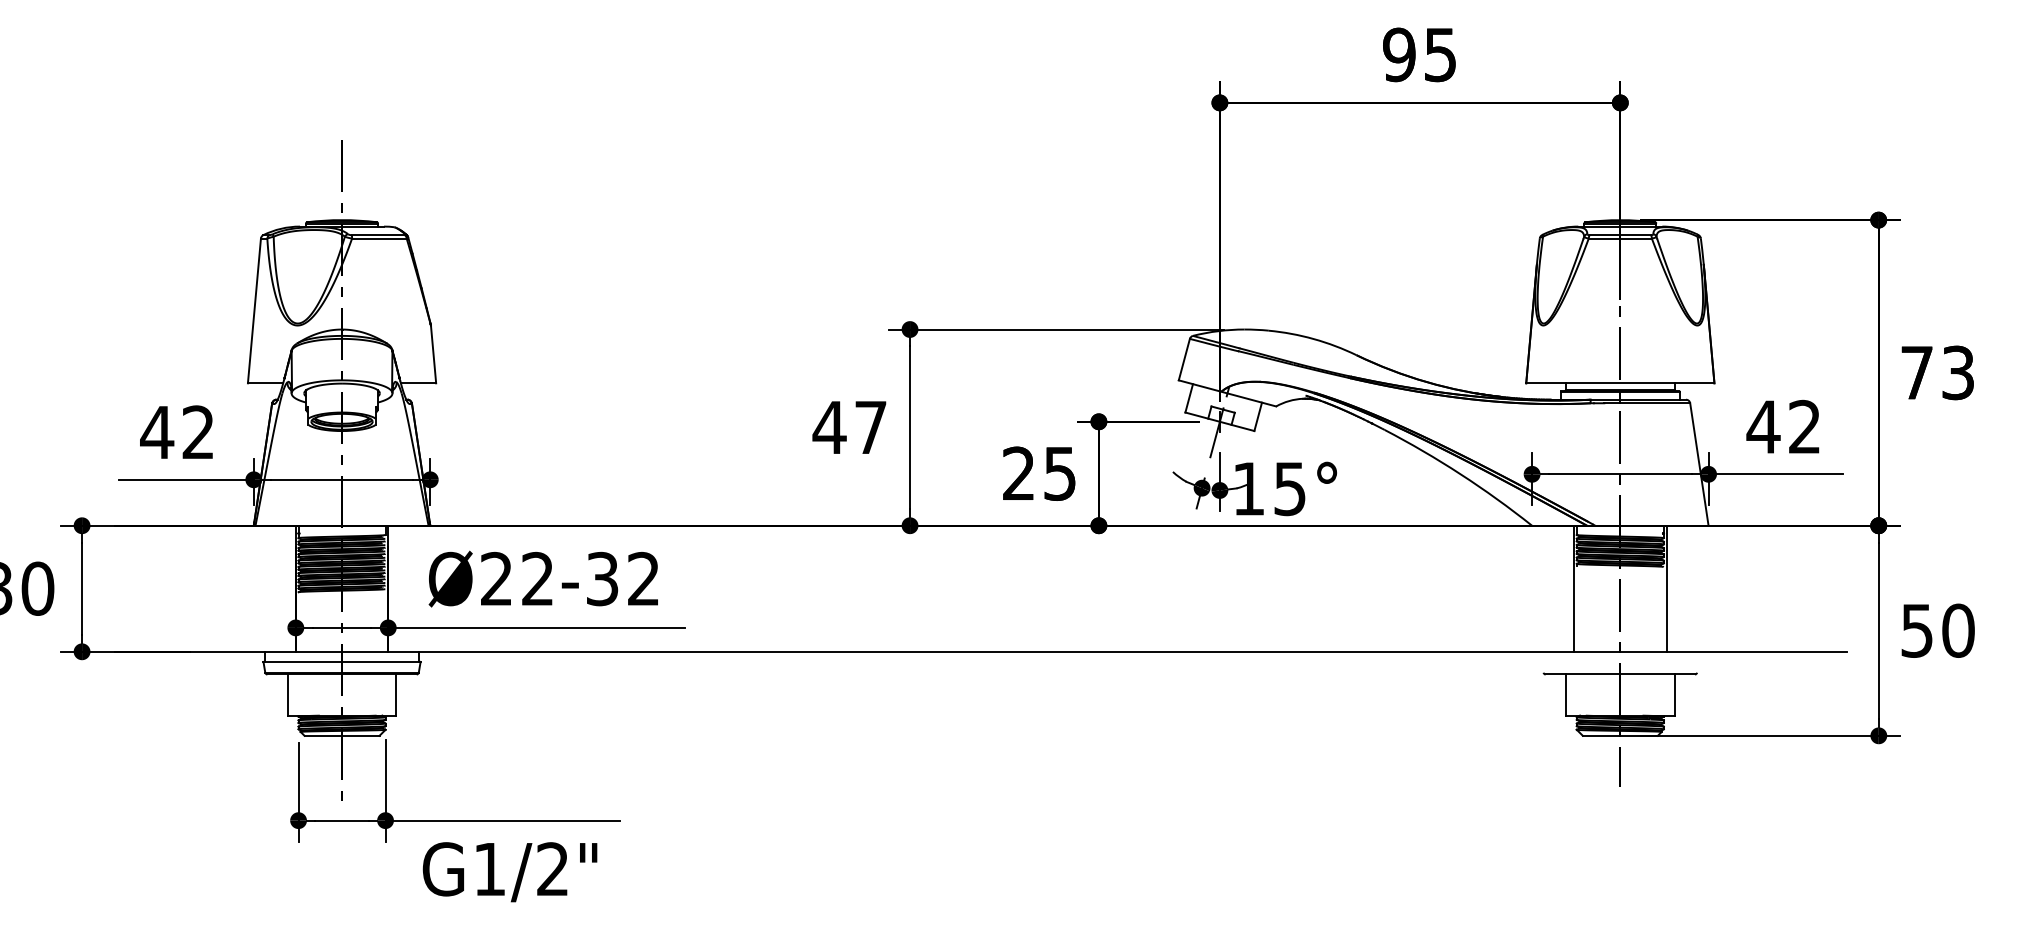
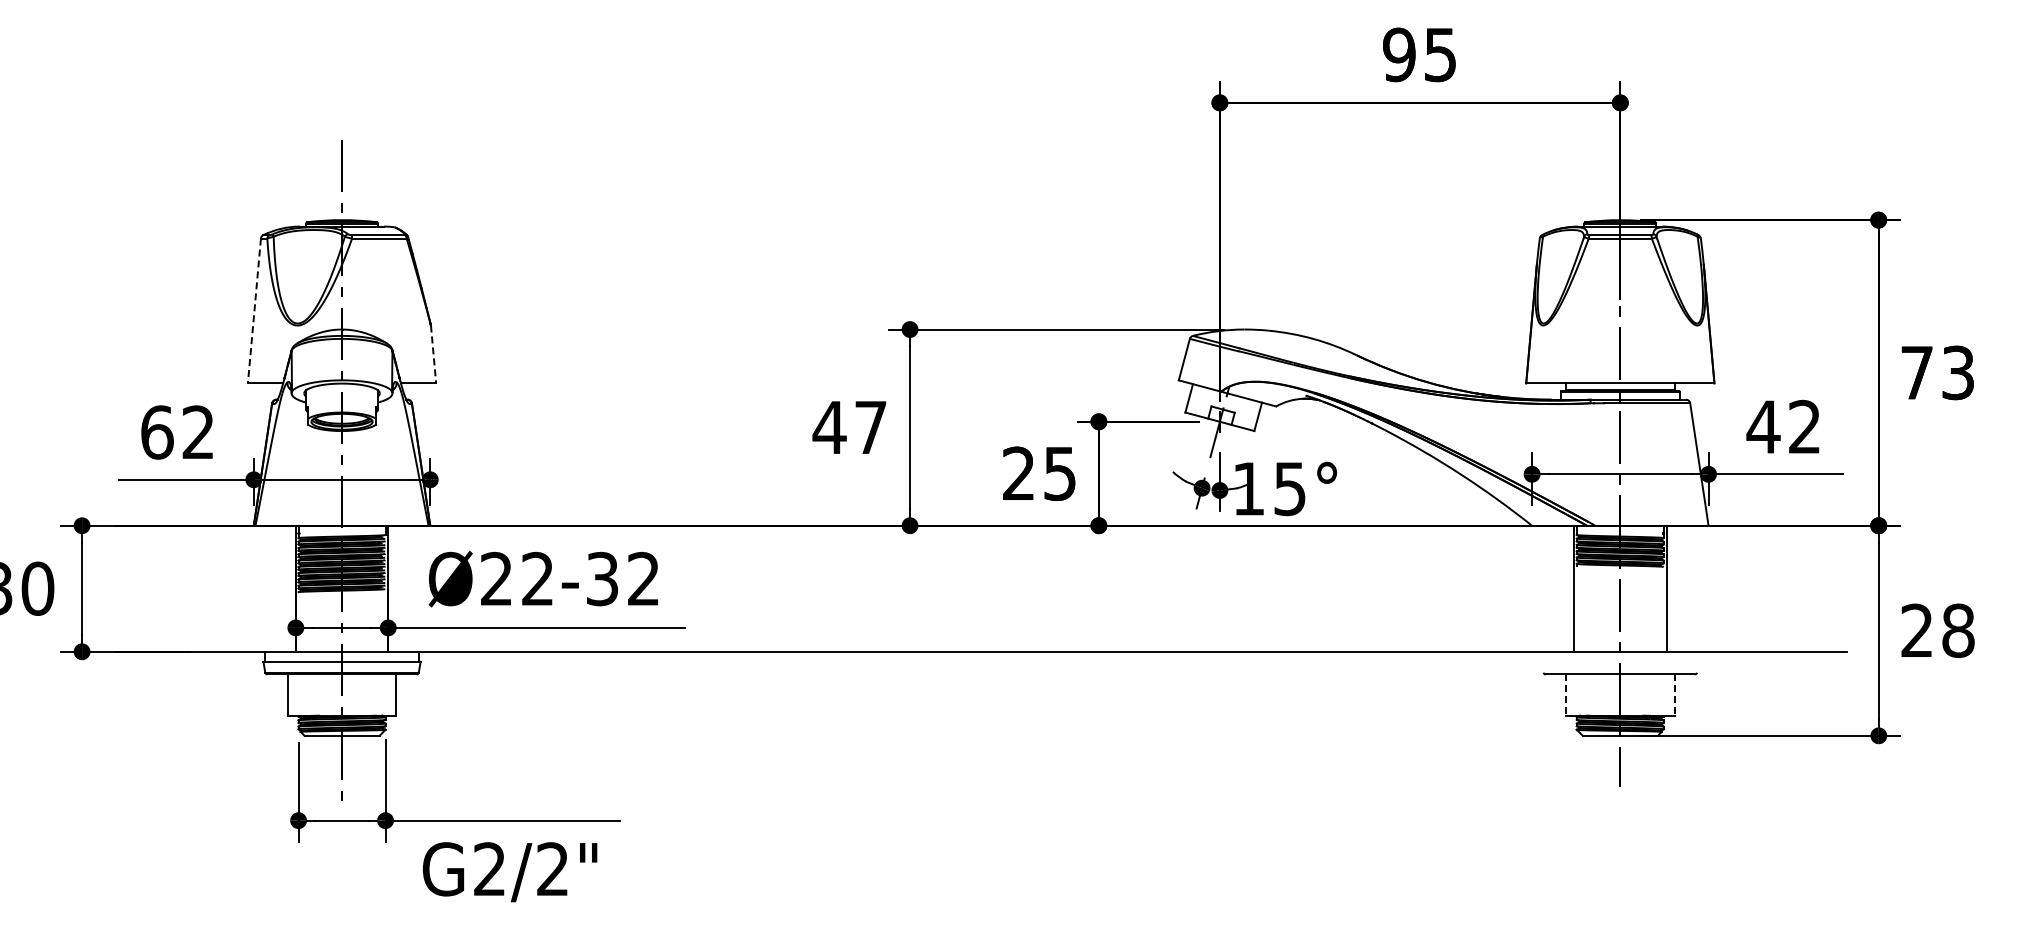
line at (254, 310): solid -> dashed
line at (433, 354): solid -> dashed
text at (157, 432): 42 -> 62
text at (1937, 630): 50 -> 28
line at (1565, 695): solid -> dashed
line at (1674, 695): solid -> dashed
text at (489, 868): G1/2" -> G2/2"
